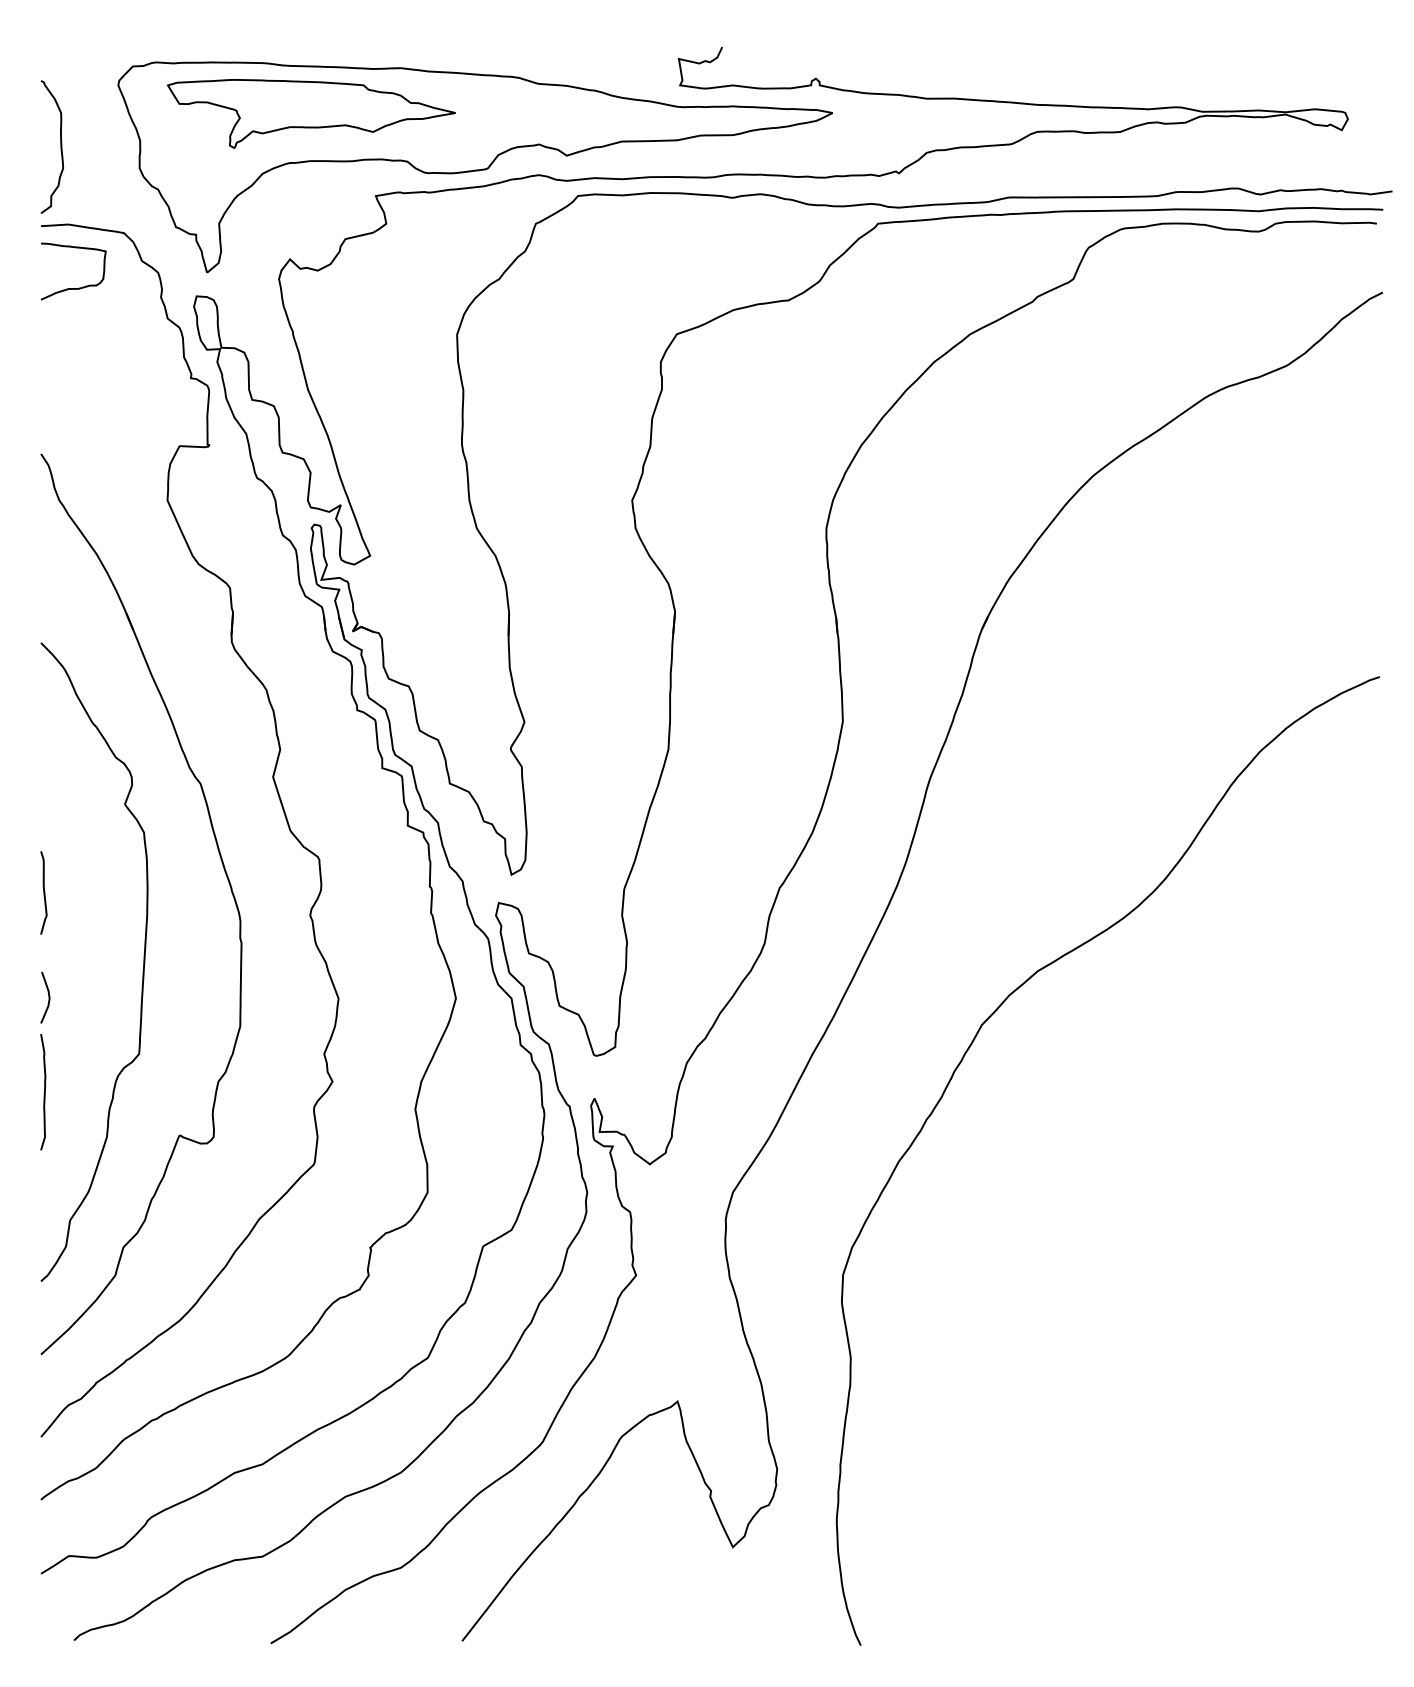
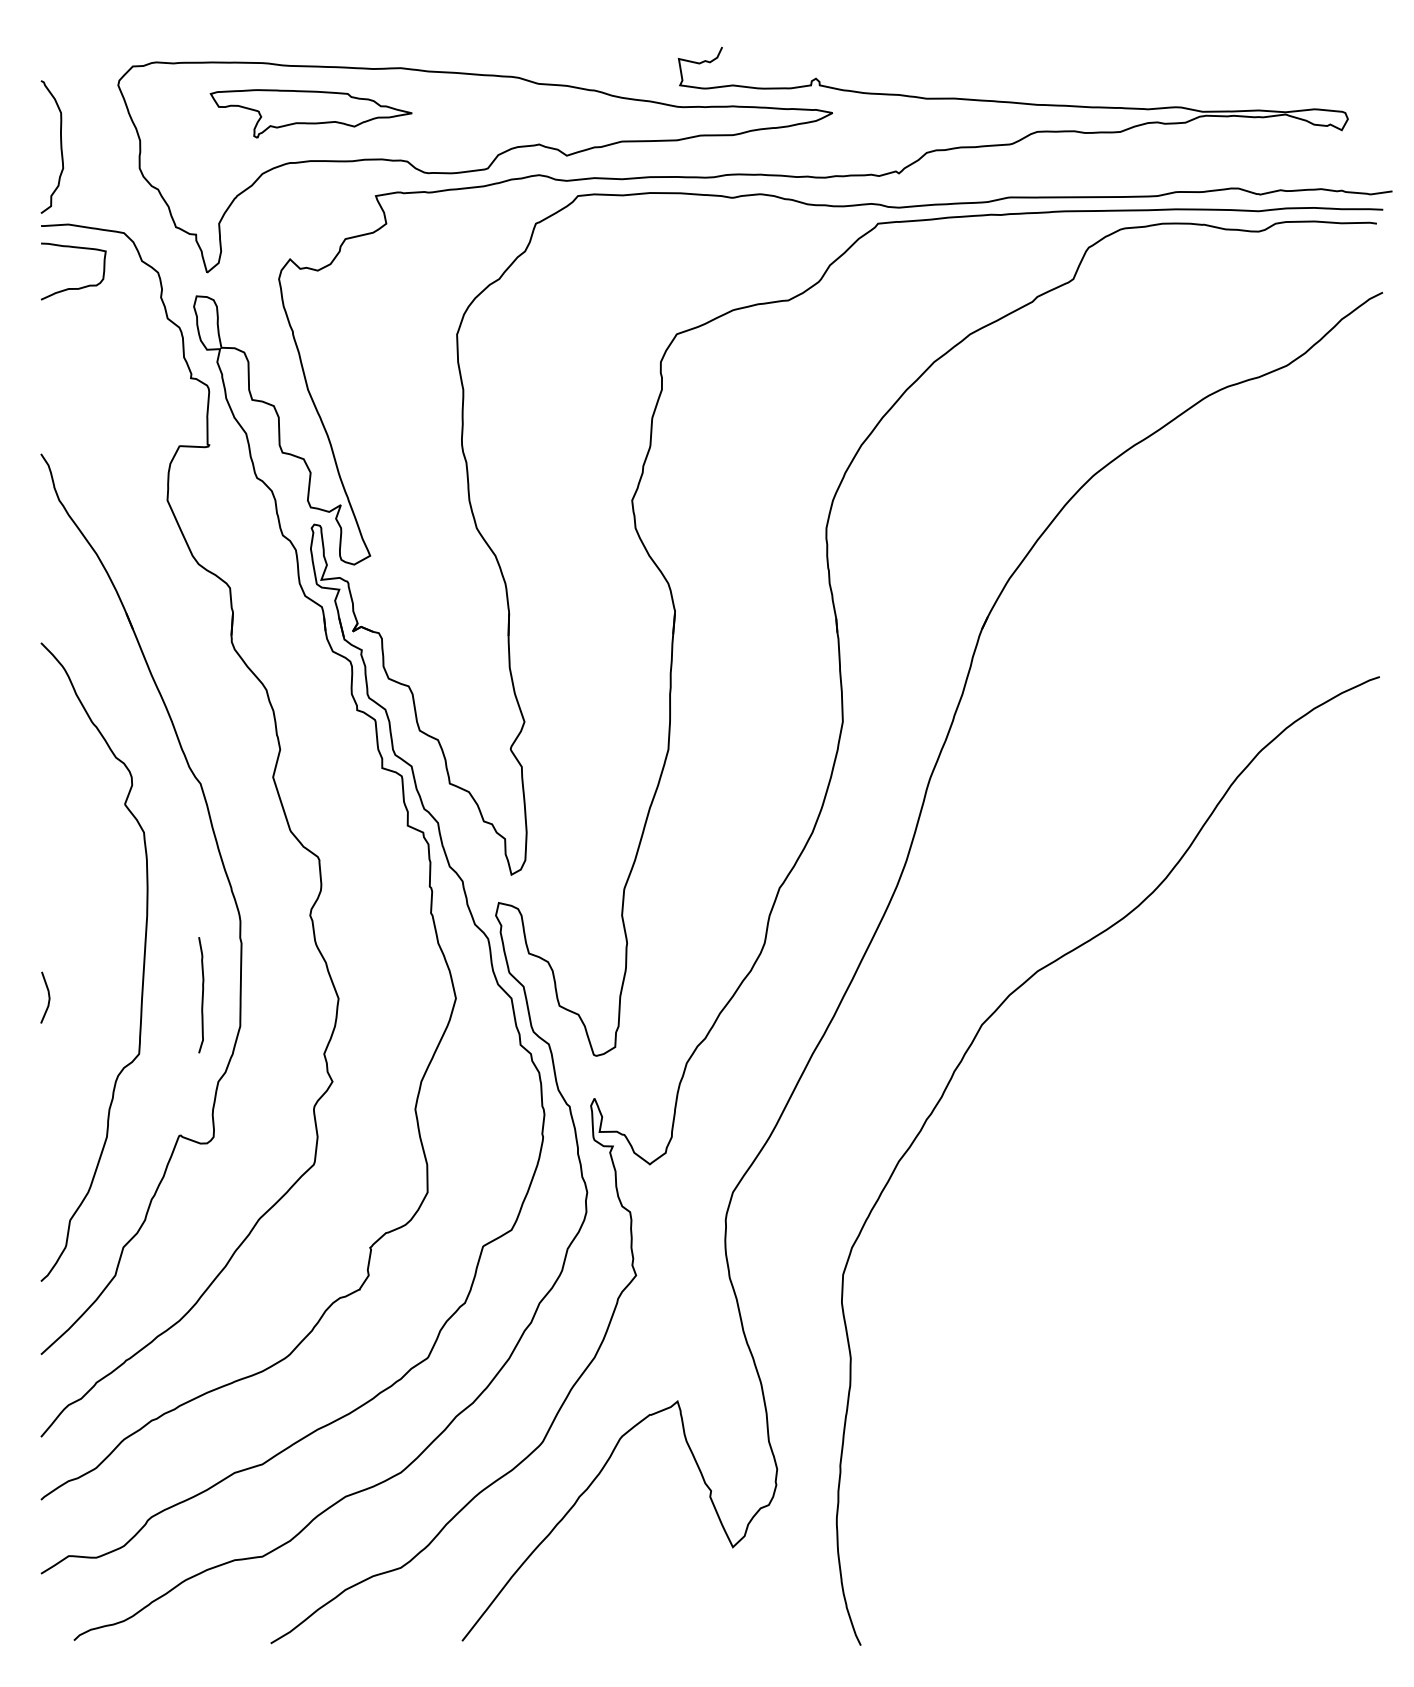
part at (310, 113) size: 290x70 px -> 204x50 px
curve at (43, 892): present -> none
curve at (44, 1092) position: (44, 1092) -> (202, 995)
